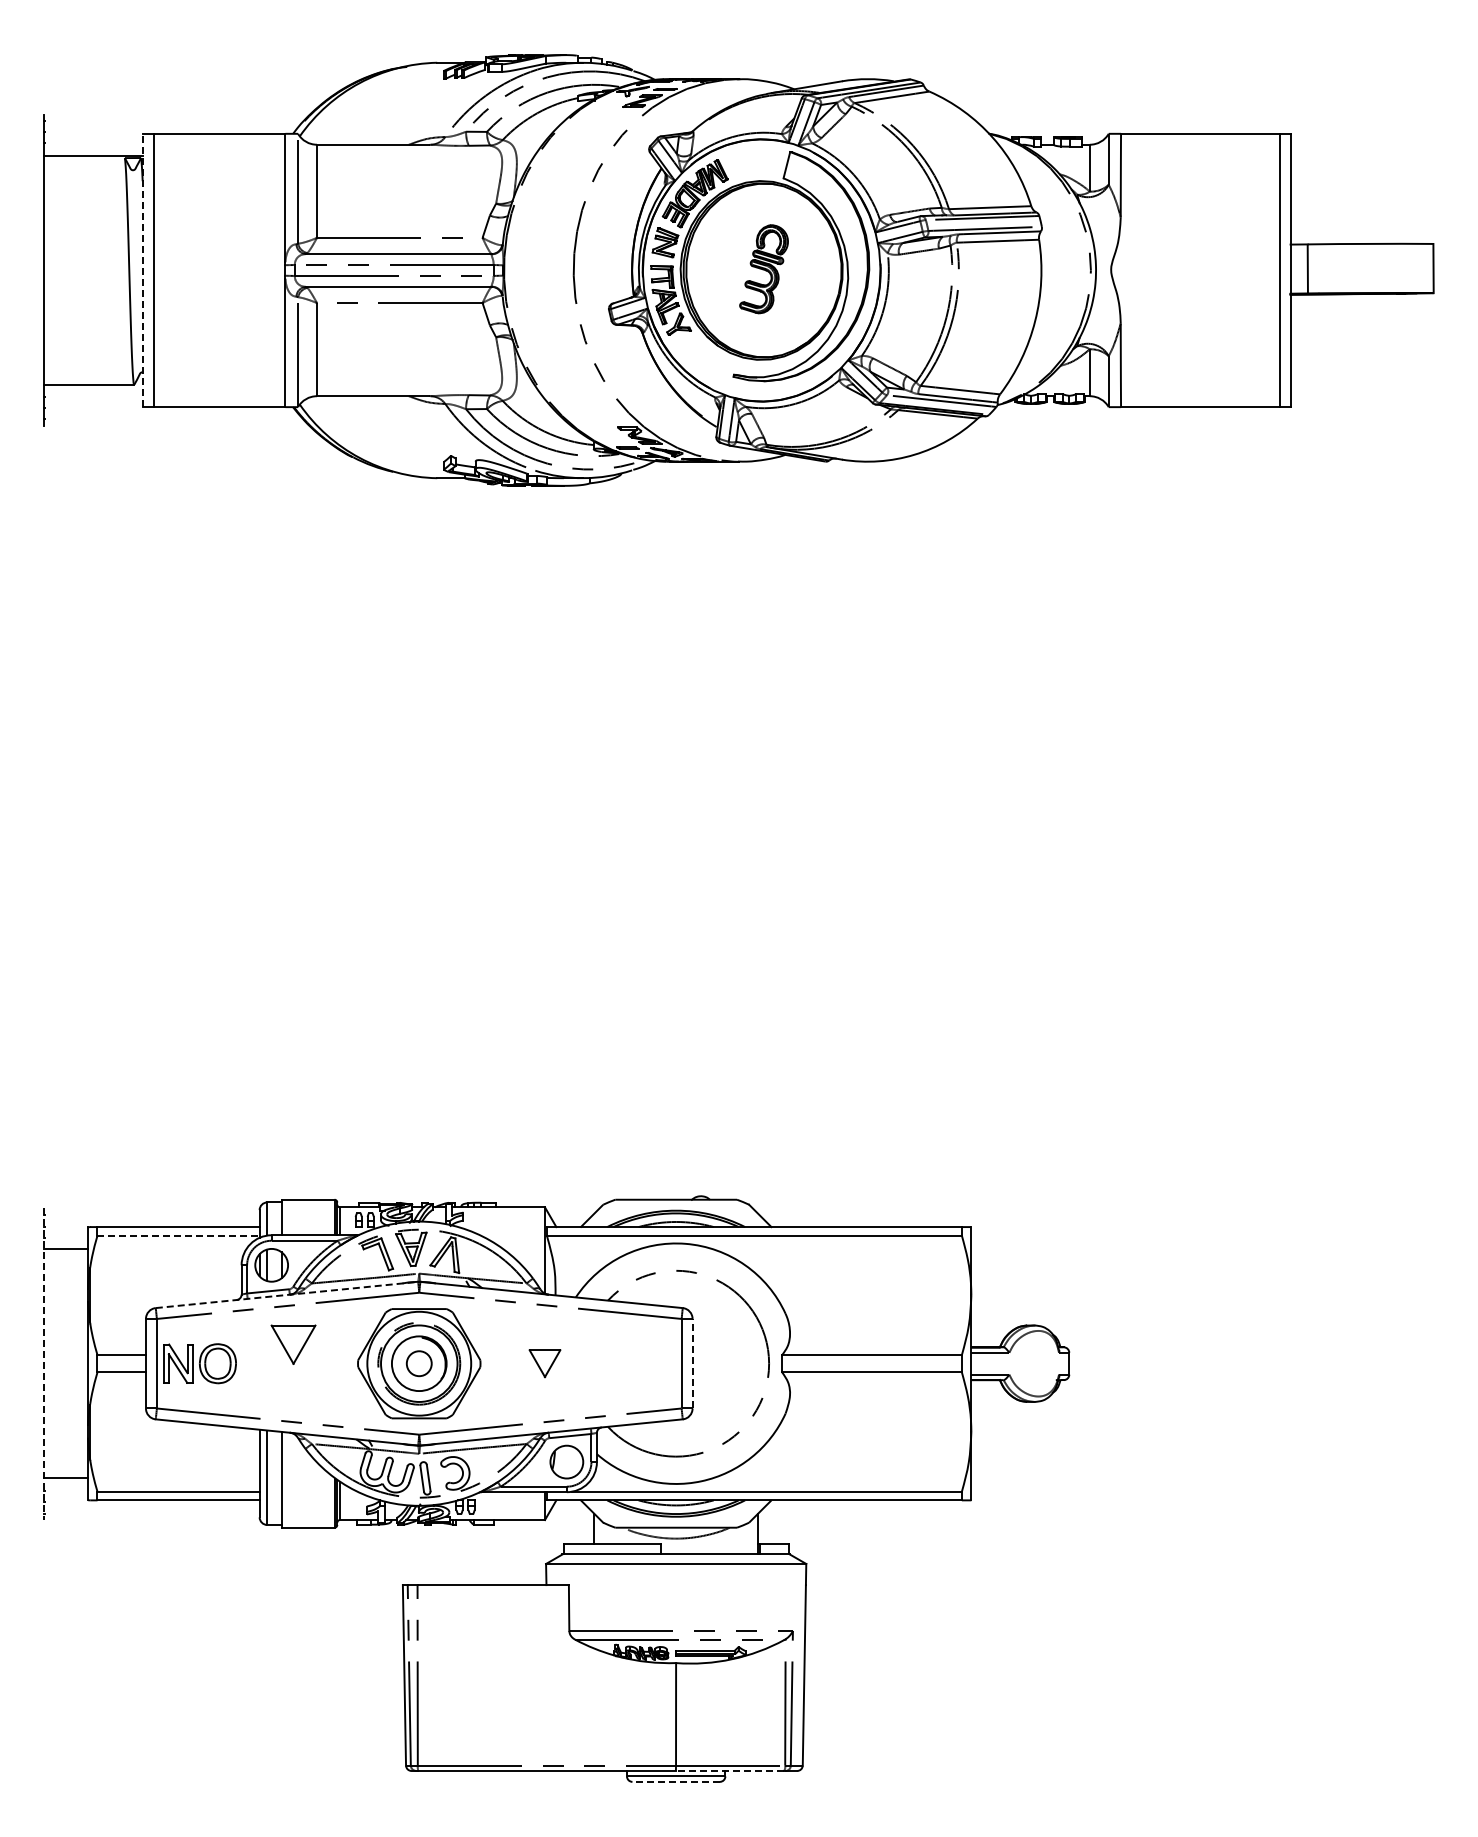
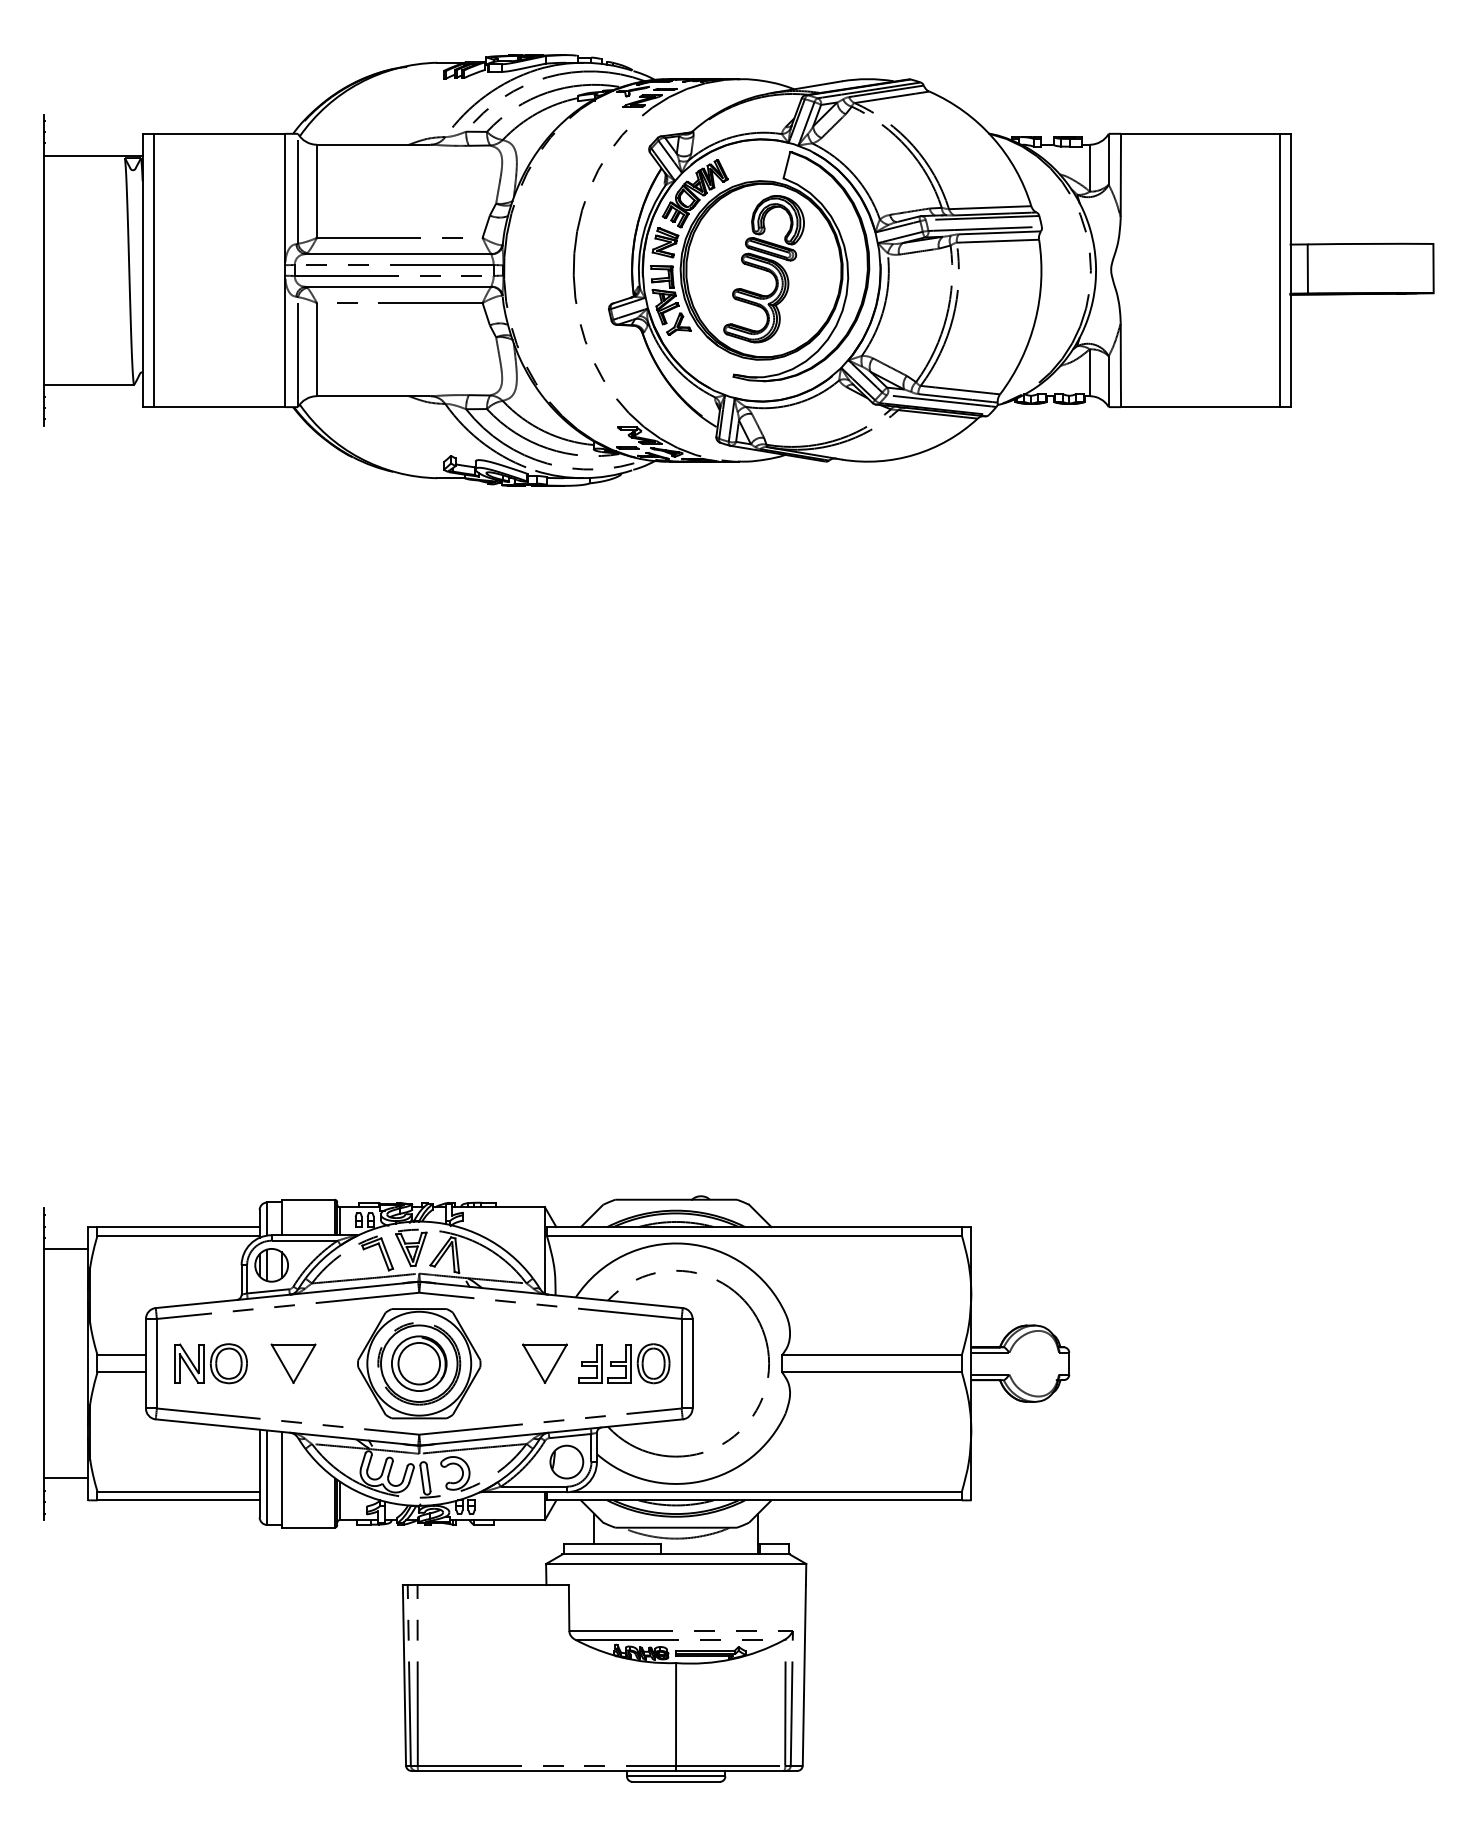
part at (763, 269) size: 50x91 px -> 82x149 px
line at (142, 270): dashed -> solid
line at (179, 1235): dashed -> solid
line at (287, 1294): dashed -> solid
part at (293, 1344) position: (293, 1344) -> (293, 1363)
line at (44, 1363): dashed -> solid
part at (199, 1363) position: (199, 1363) -> (210, 1363)
circle at (418, 1363) diameter: 25 px -> 42 px
part at (544, 1363) size: 34x30 px -> 46x41 px
part at (624, 1363): none -> present
line at (692, 1363): dashed -> solid
line at (729, 1770): dashed -> solid
line at (676, 1781): dashed -> solid
